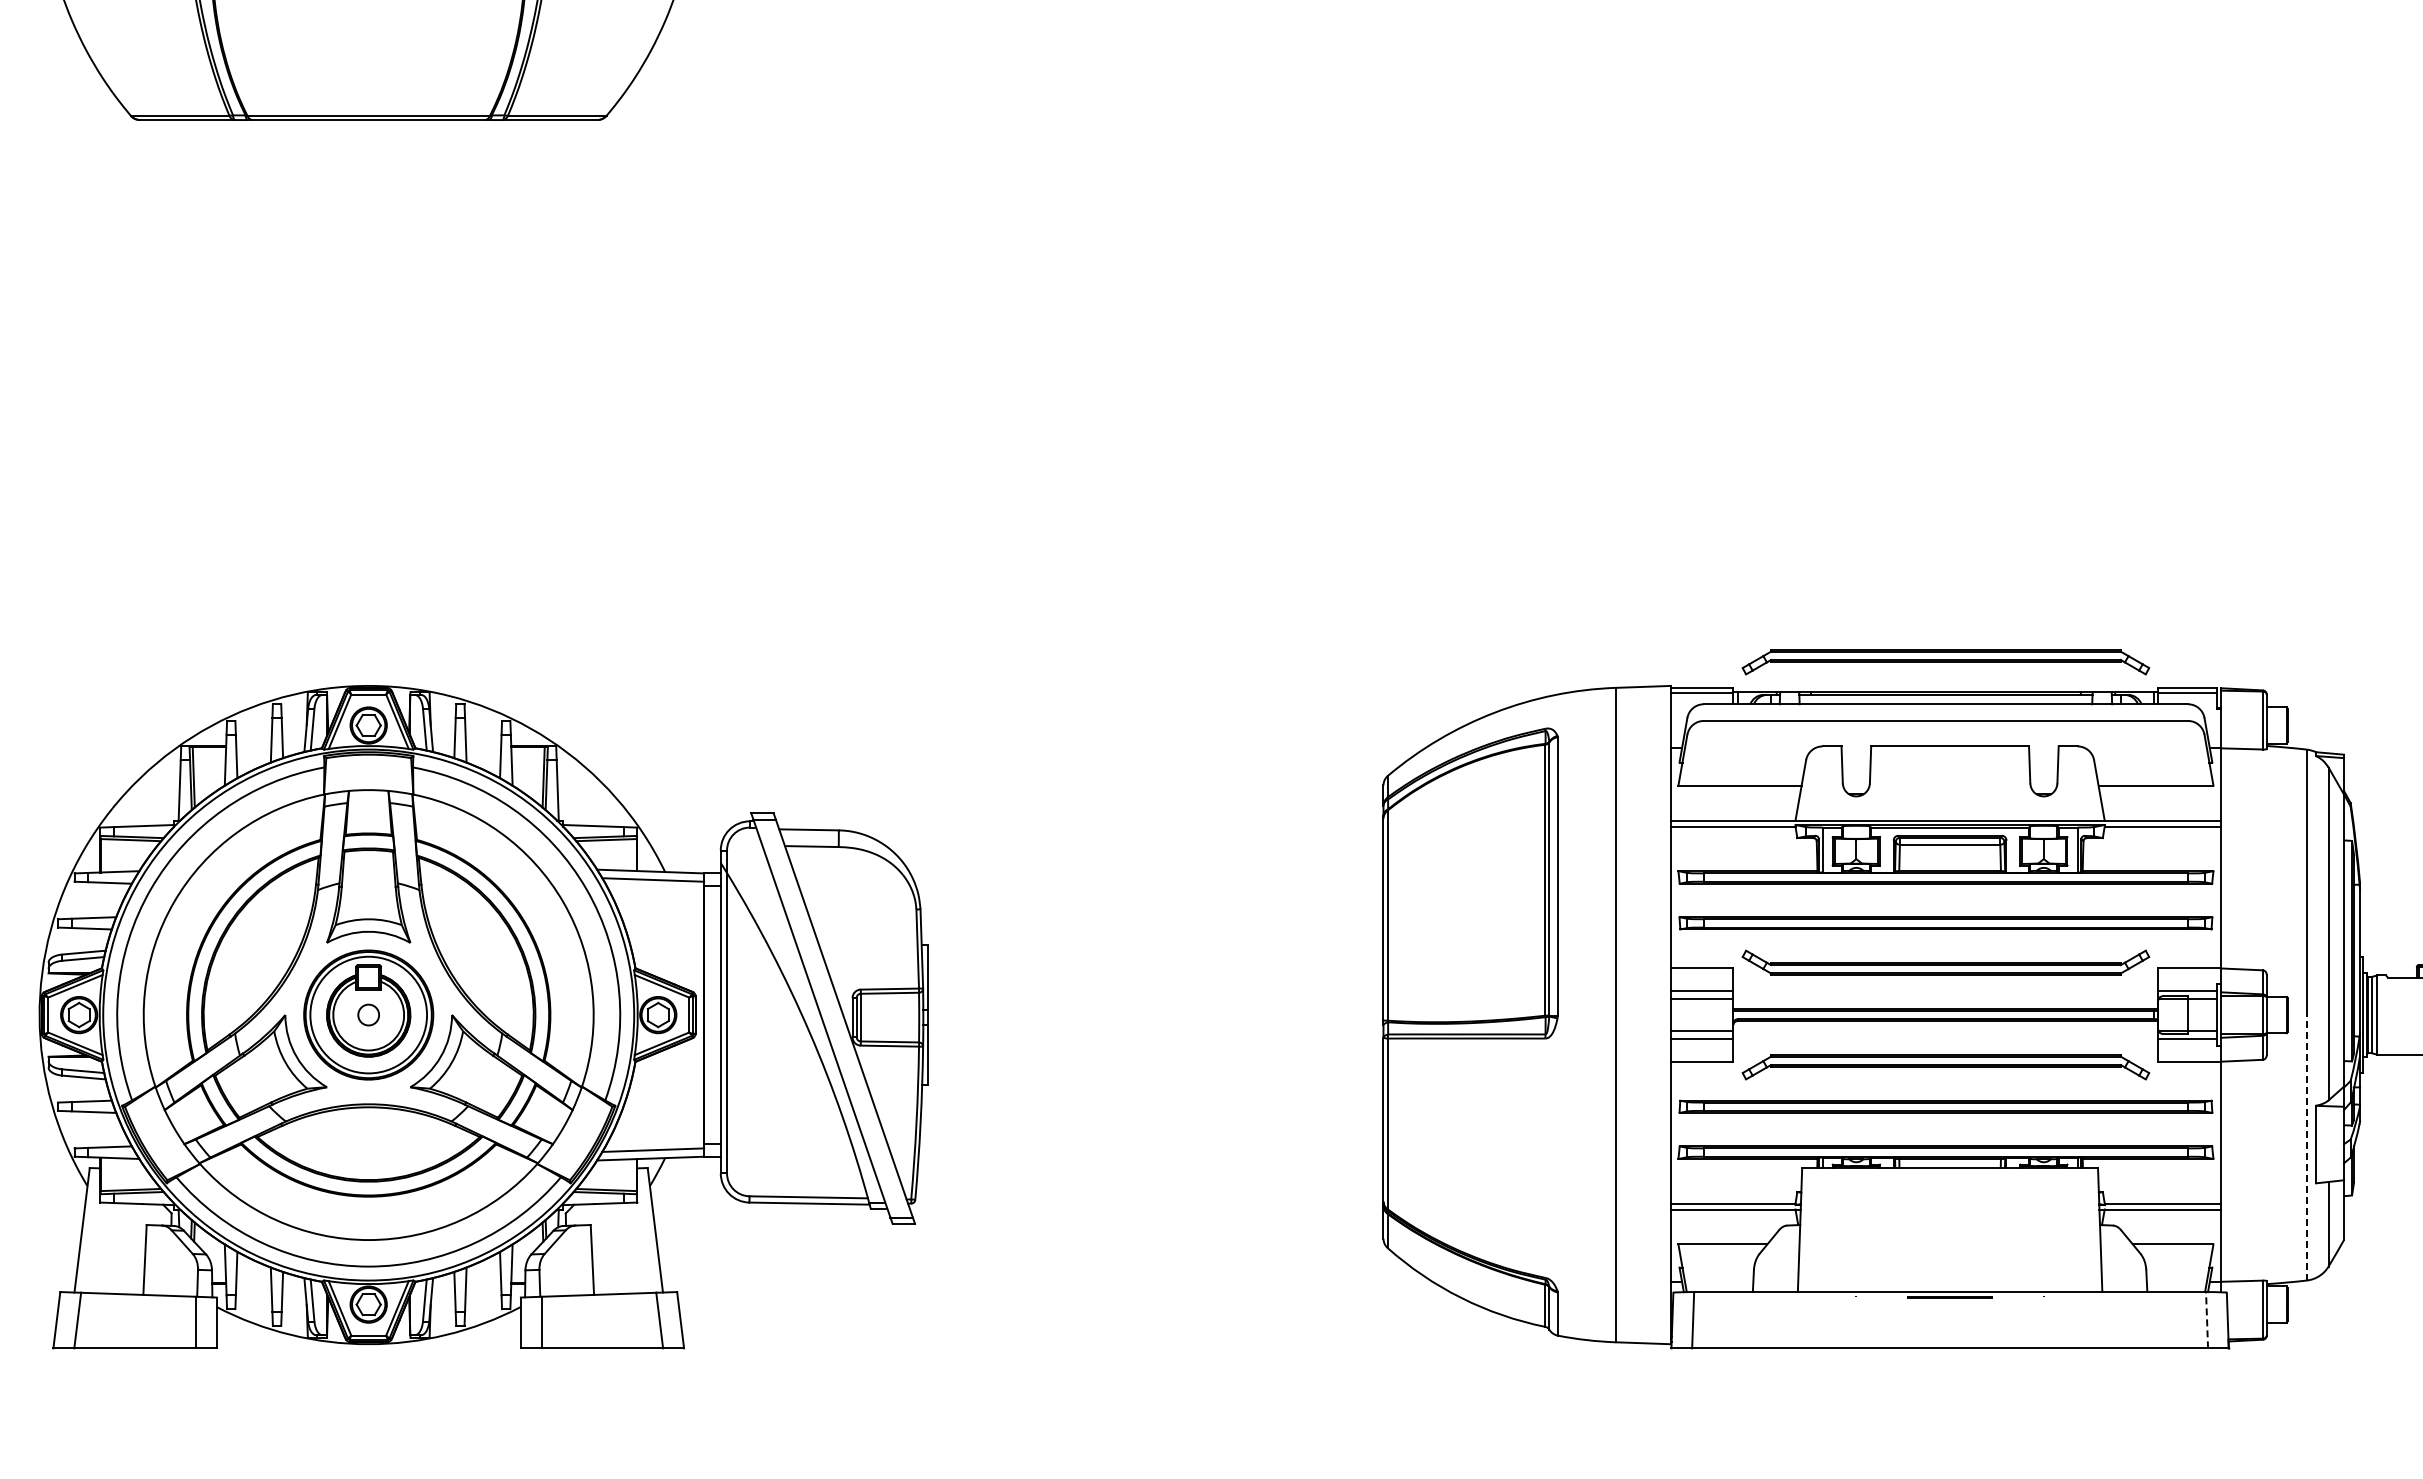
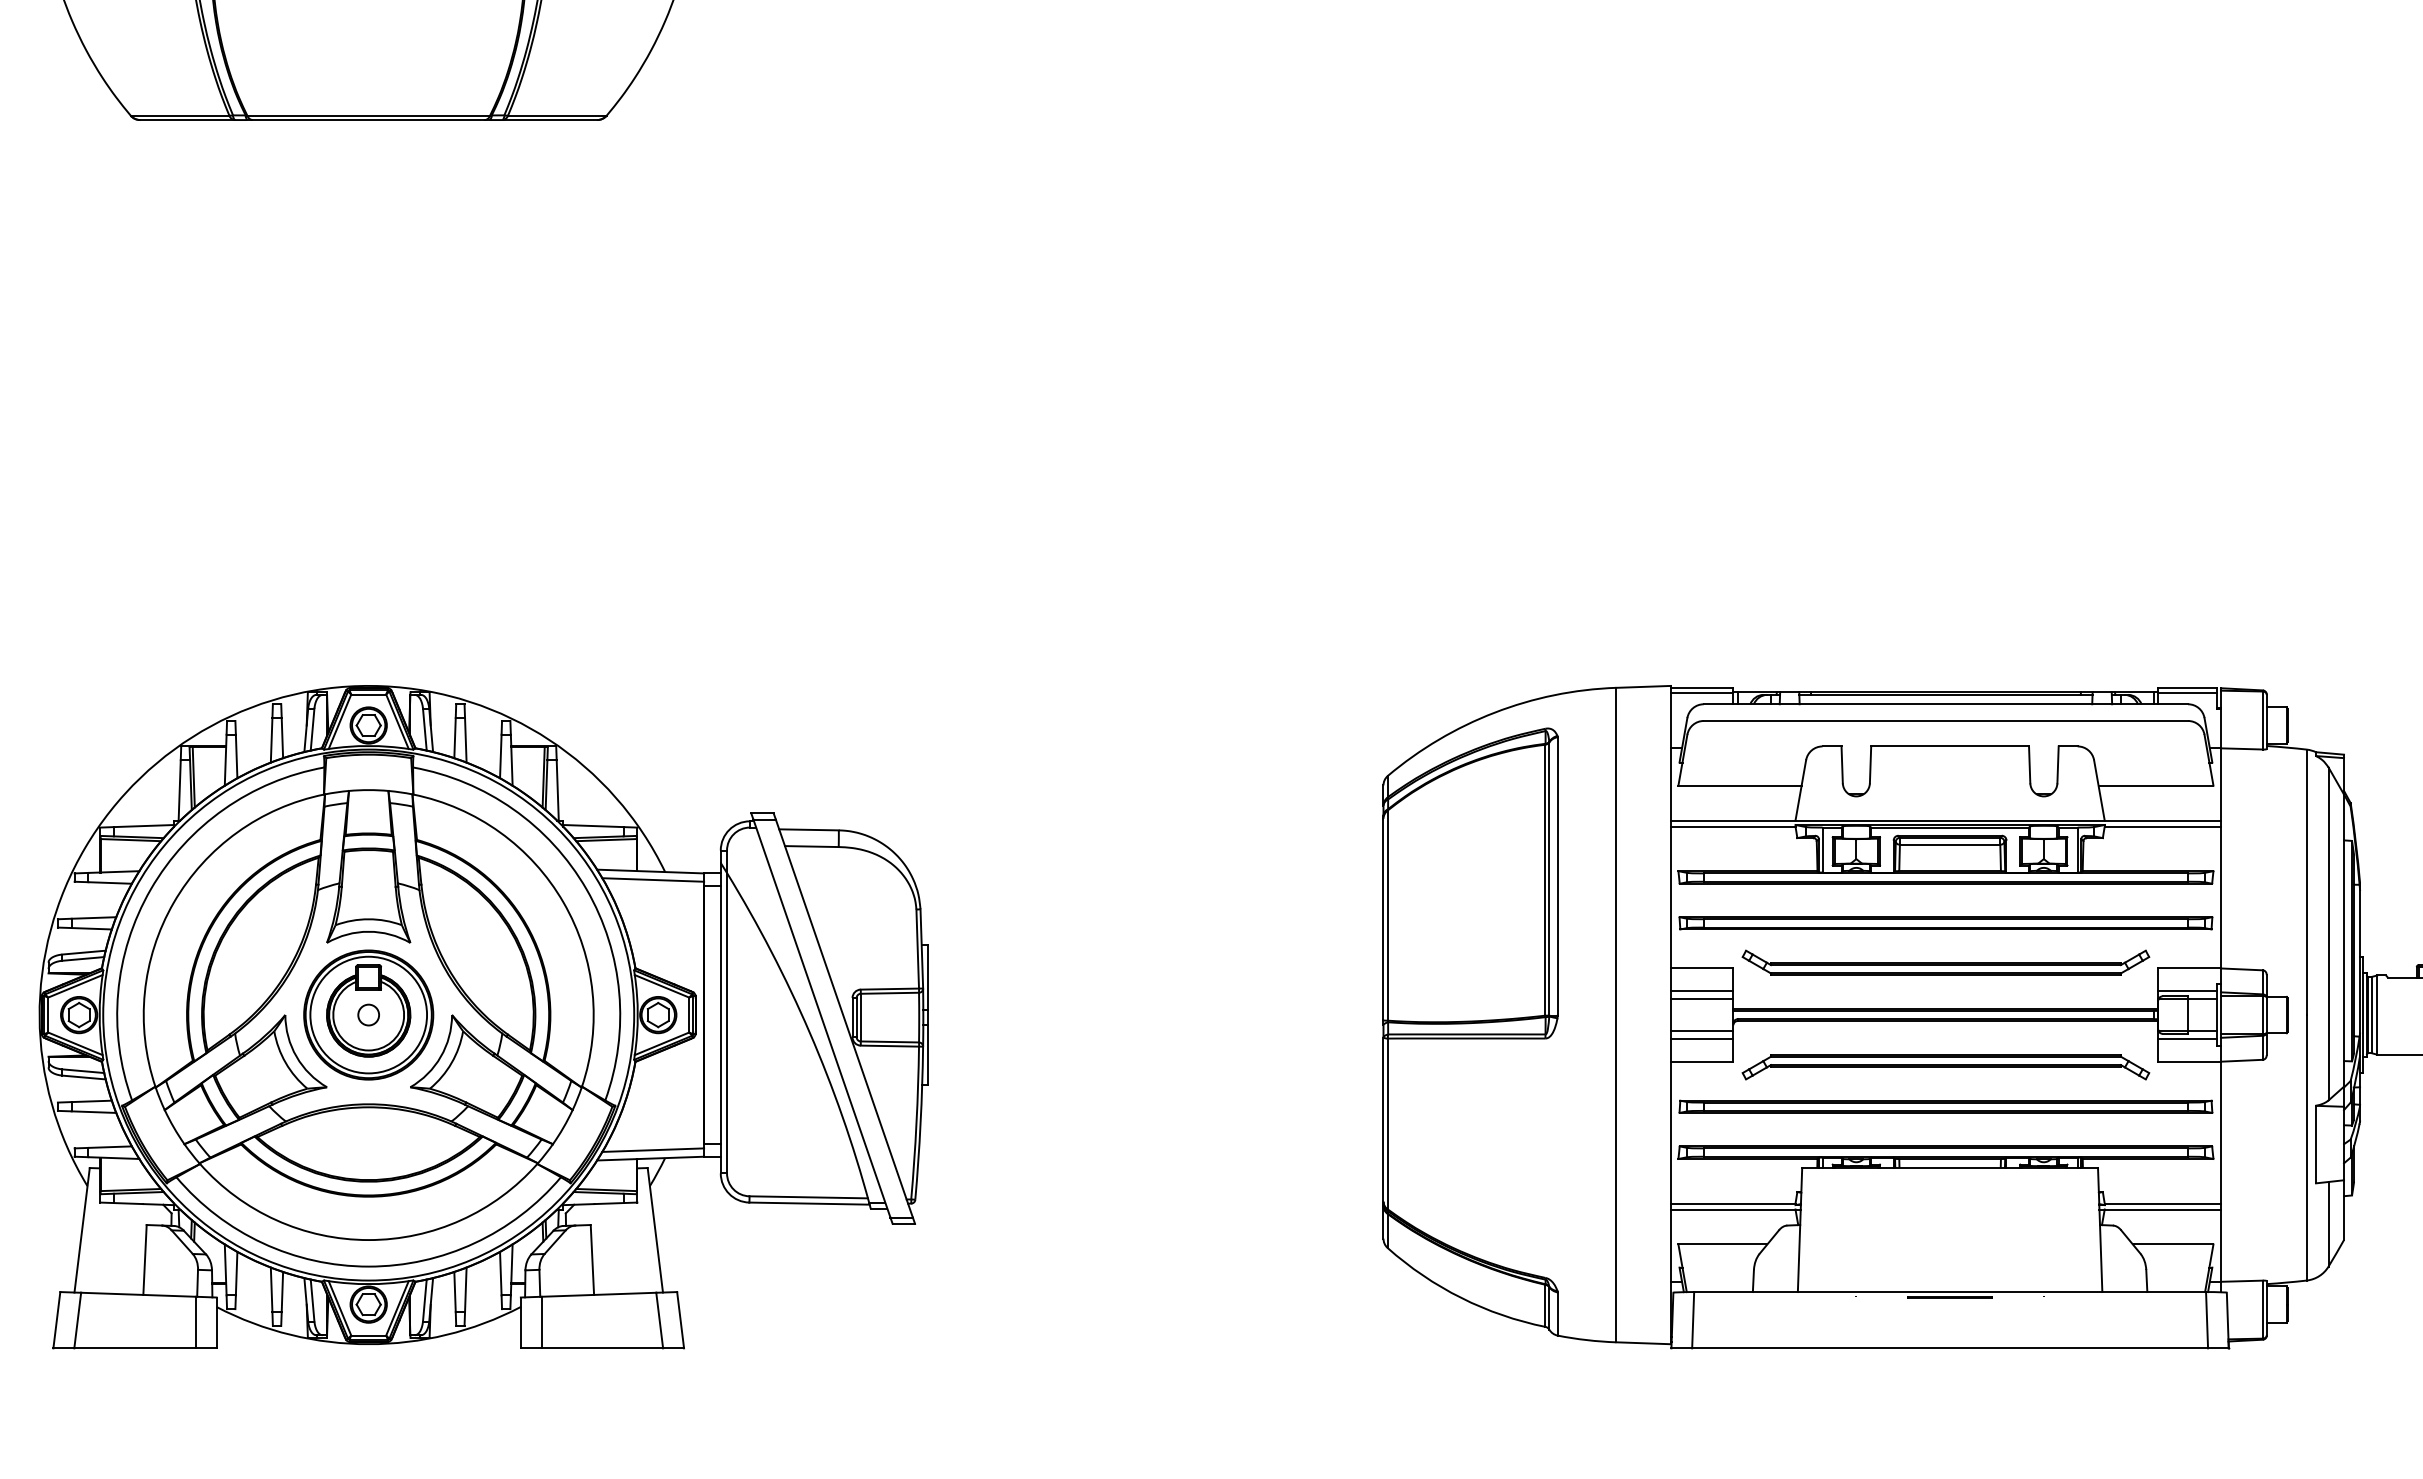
part at (1945, 662): present -> none
line at (2306, 1147): dashed -> solid
line at (2207, 1319): dashed -> solid
